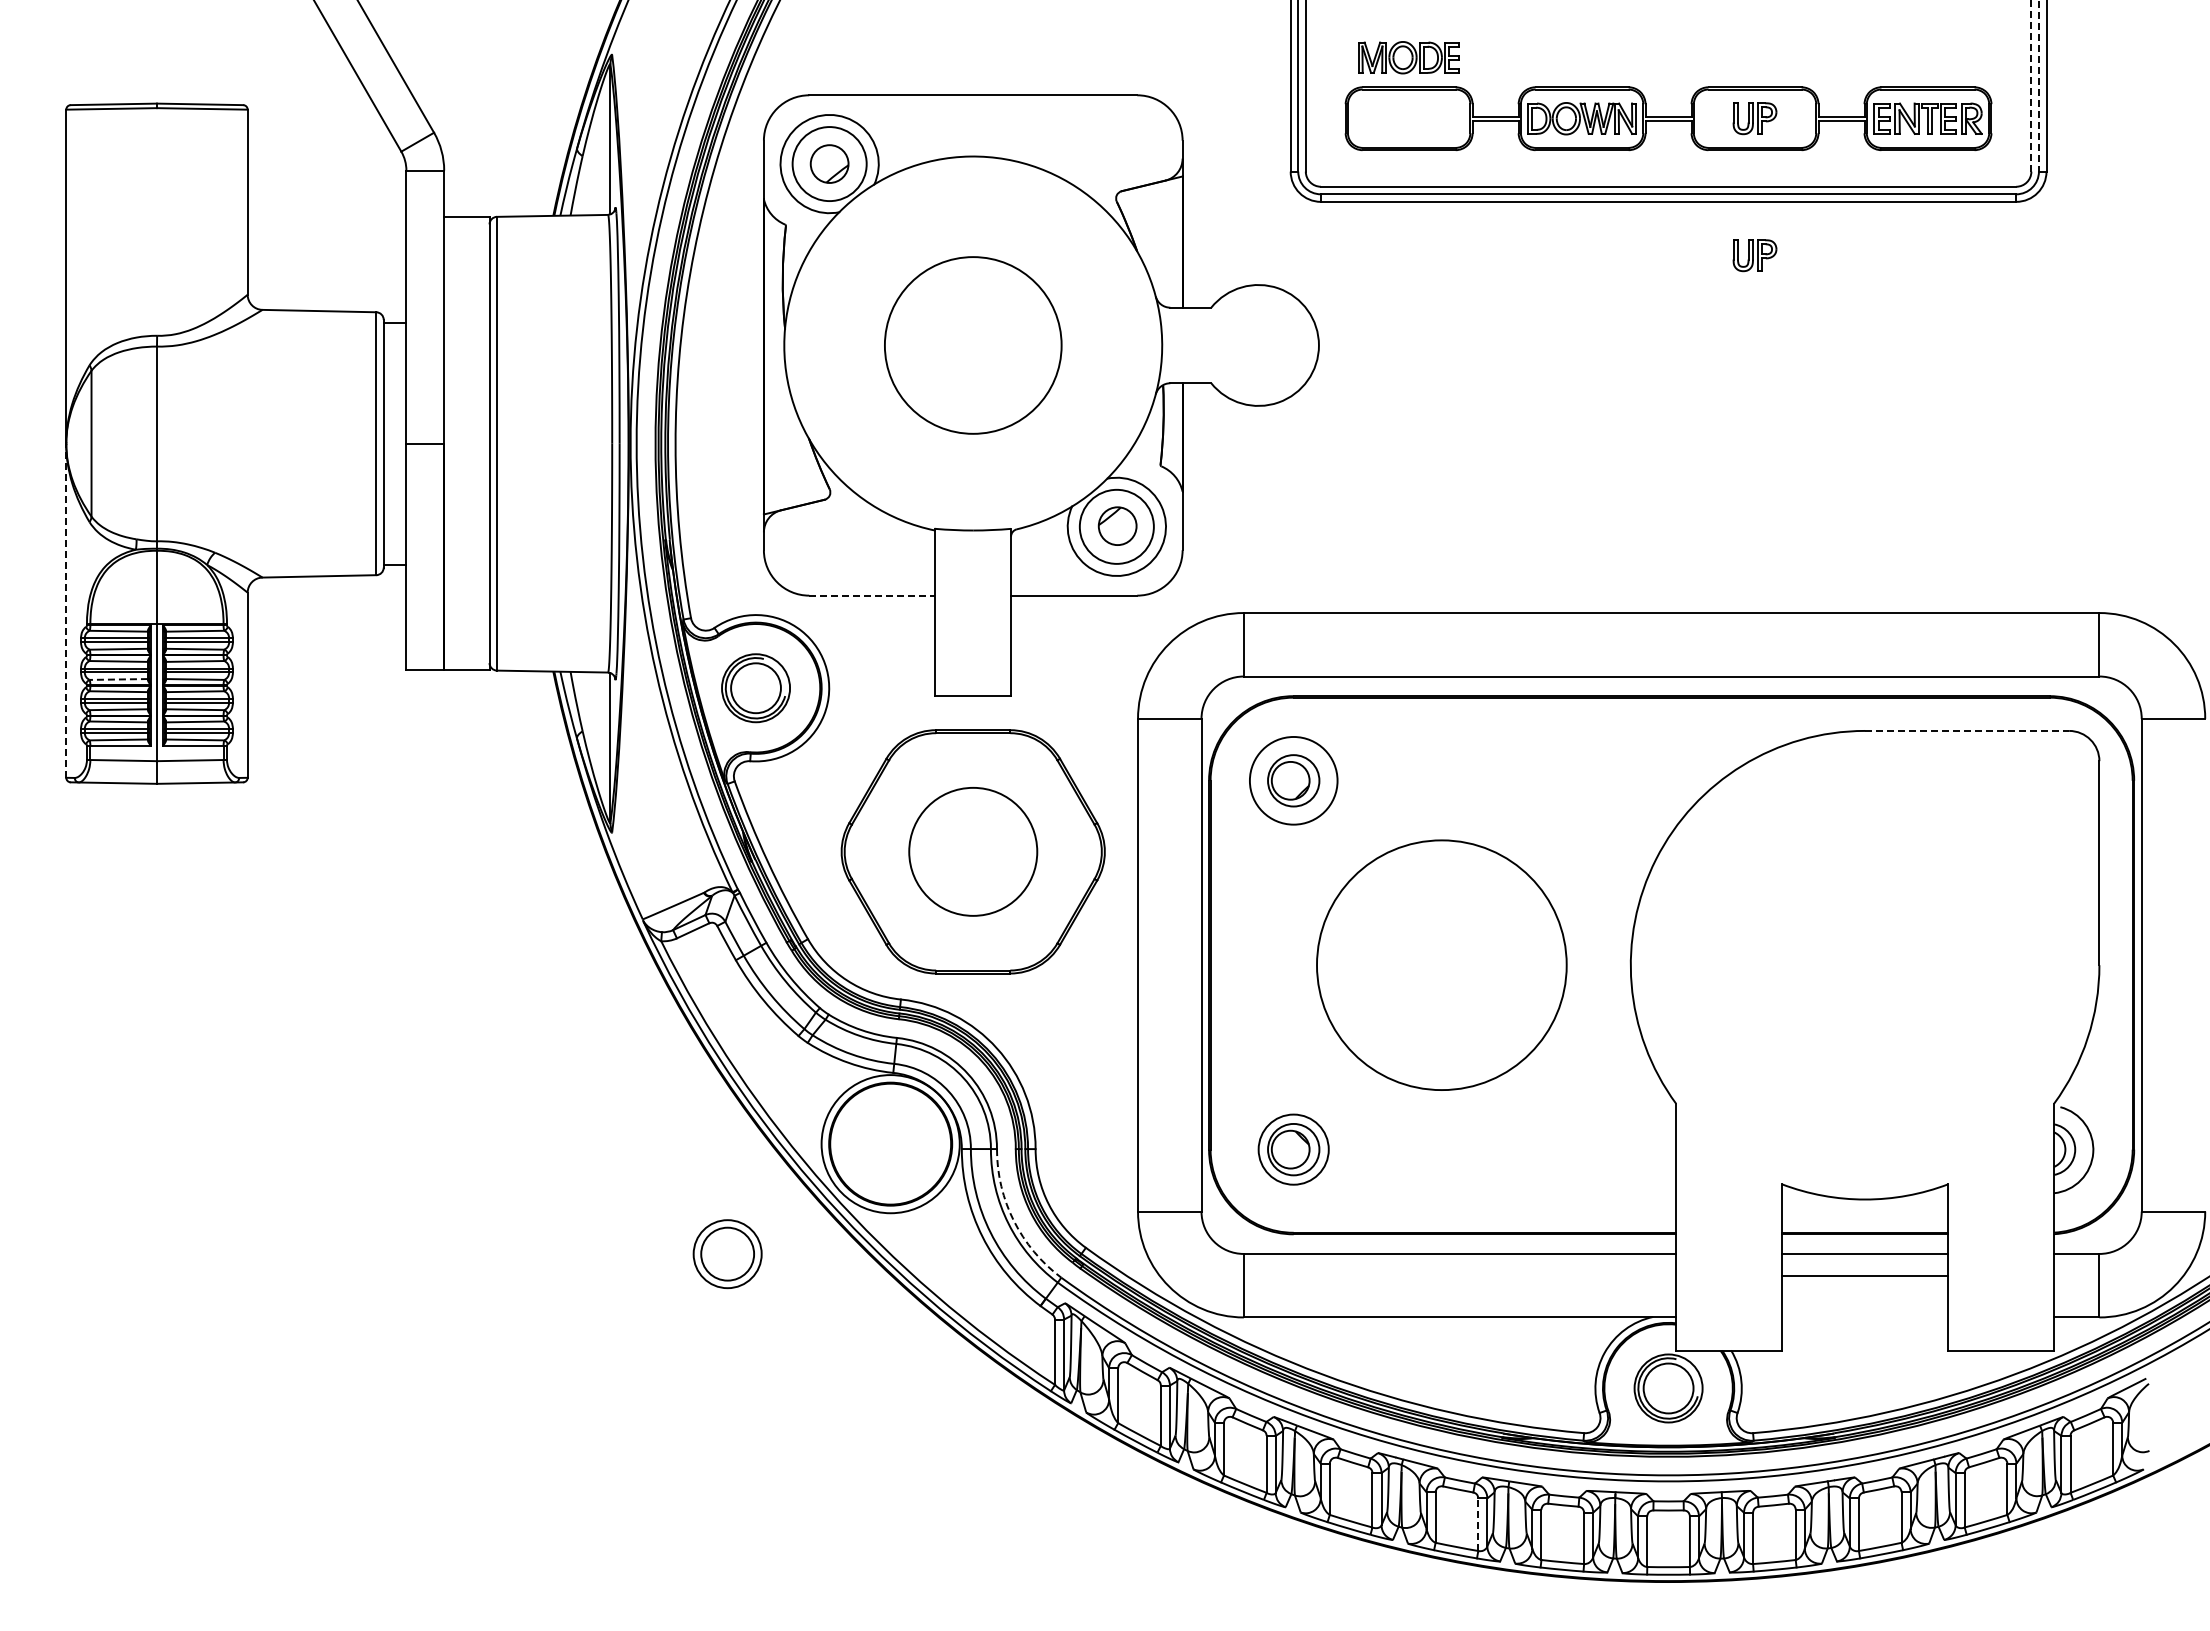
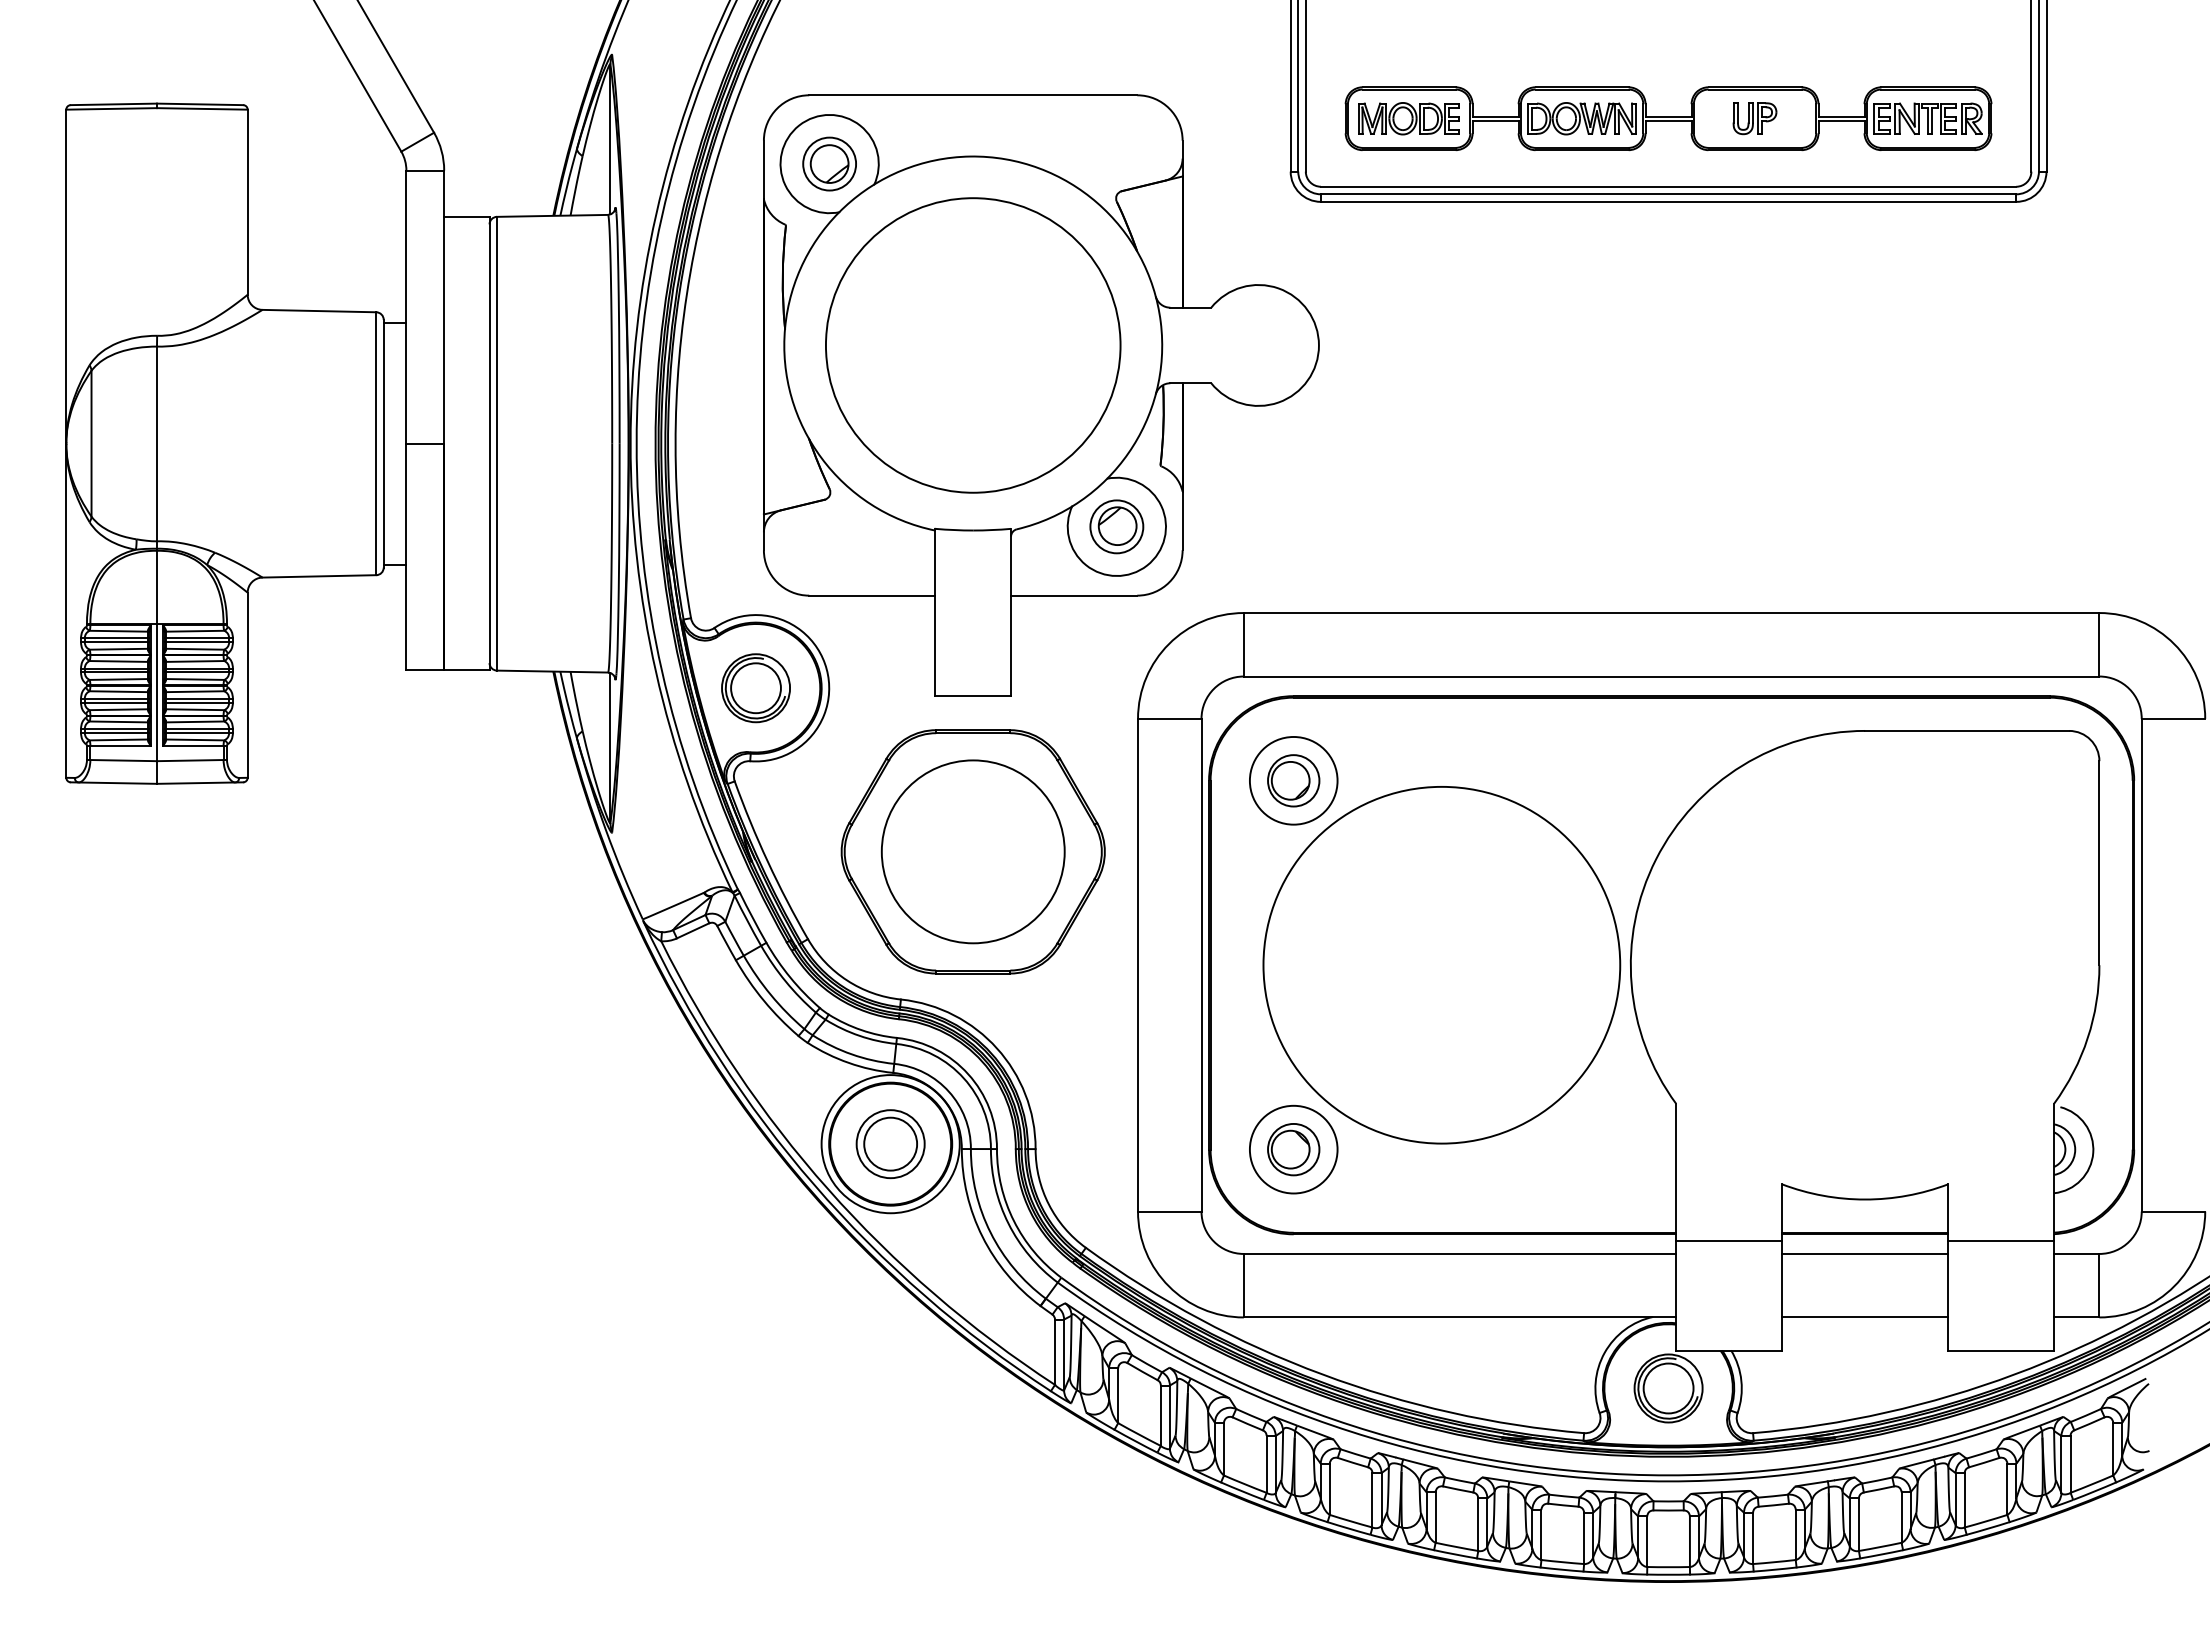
part at (1408, 57) position: (1408, 57) -> (1408, 118)
line at (2031, 85): dashed -> solid
line at (2038, 85): dashed -> solid
circle at (829, 164) diameter: 74 px -> 53 px
part at (1754, 255): present -> none
circle at (972, 345) diameter: 177 px -> 295 px
circle at (1116, 526) diameter: 74 px -> 53 px
line at (872, 595): dashed -> solid
line at (66, 610): dashed -> solid
line at (118, 679): dashed -> solid
line at (1967, 730): dashed -> solid
circle at (973, 851) diameter: 128 px -> 183 px
circle at (1441, 965) diameter: 250 px -> 357 px
circle at (1293, 1149) diameter: 70 px -> 88 px
arc at (1013, 1221): dashed -> solid
line at (1728, 1240): none -> present
line at (2001, 1240): none -> present
part at (727, 1254) position: (727, 1254) -> (890, 1144)
line at (1864, 1276) position: (1864, 1276) -> (1864, 1317)
line at (1478, 1524): dashed -> solid
